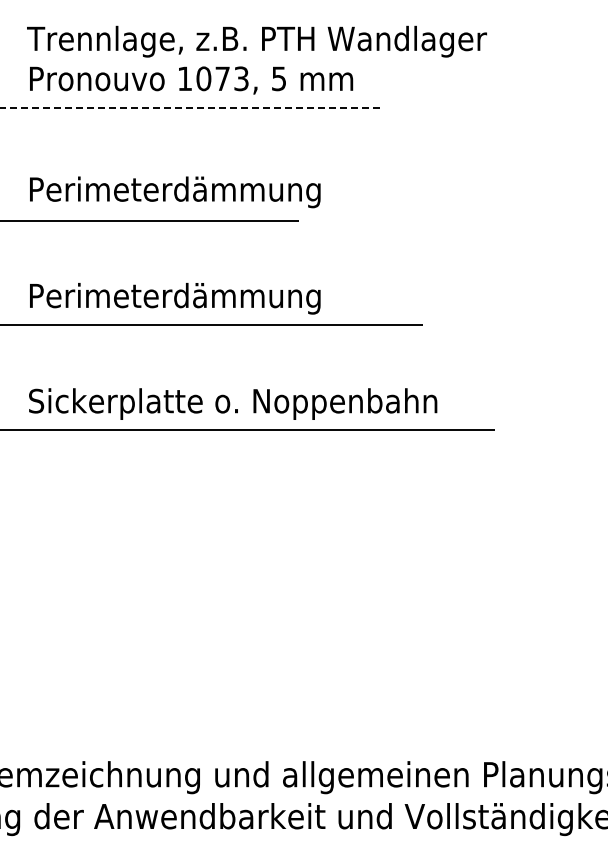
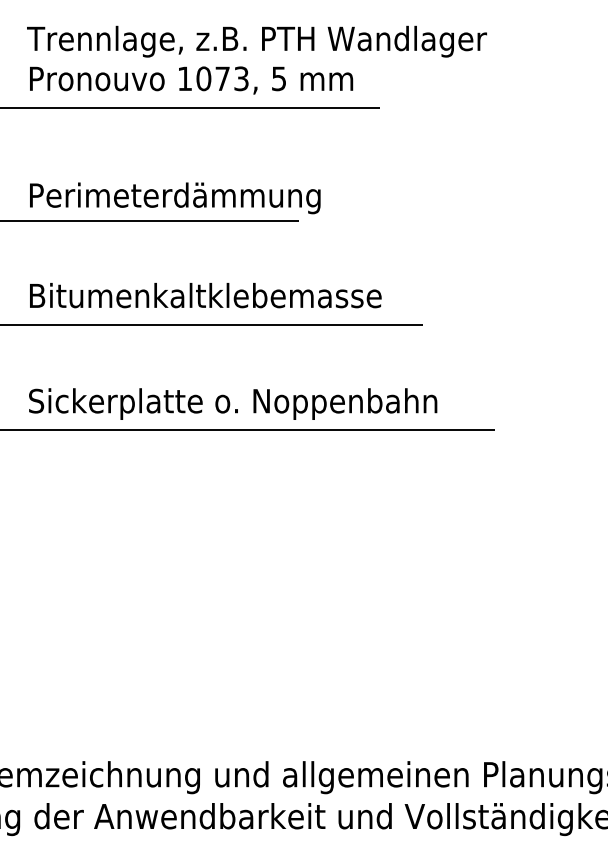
line at (189, 107): dashed -> solid
text at (175, 192) position: (175, 192) -> (175, 198)
text at (206, 298): Perimeterdämmung -> Bitumenkaltklebemasse
